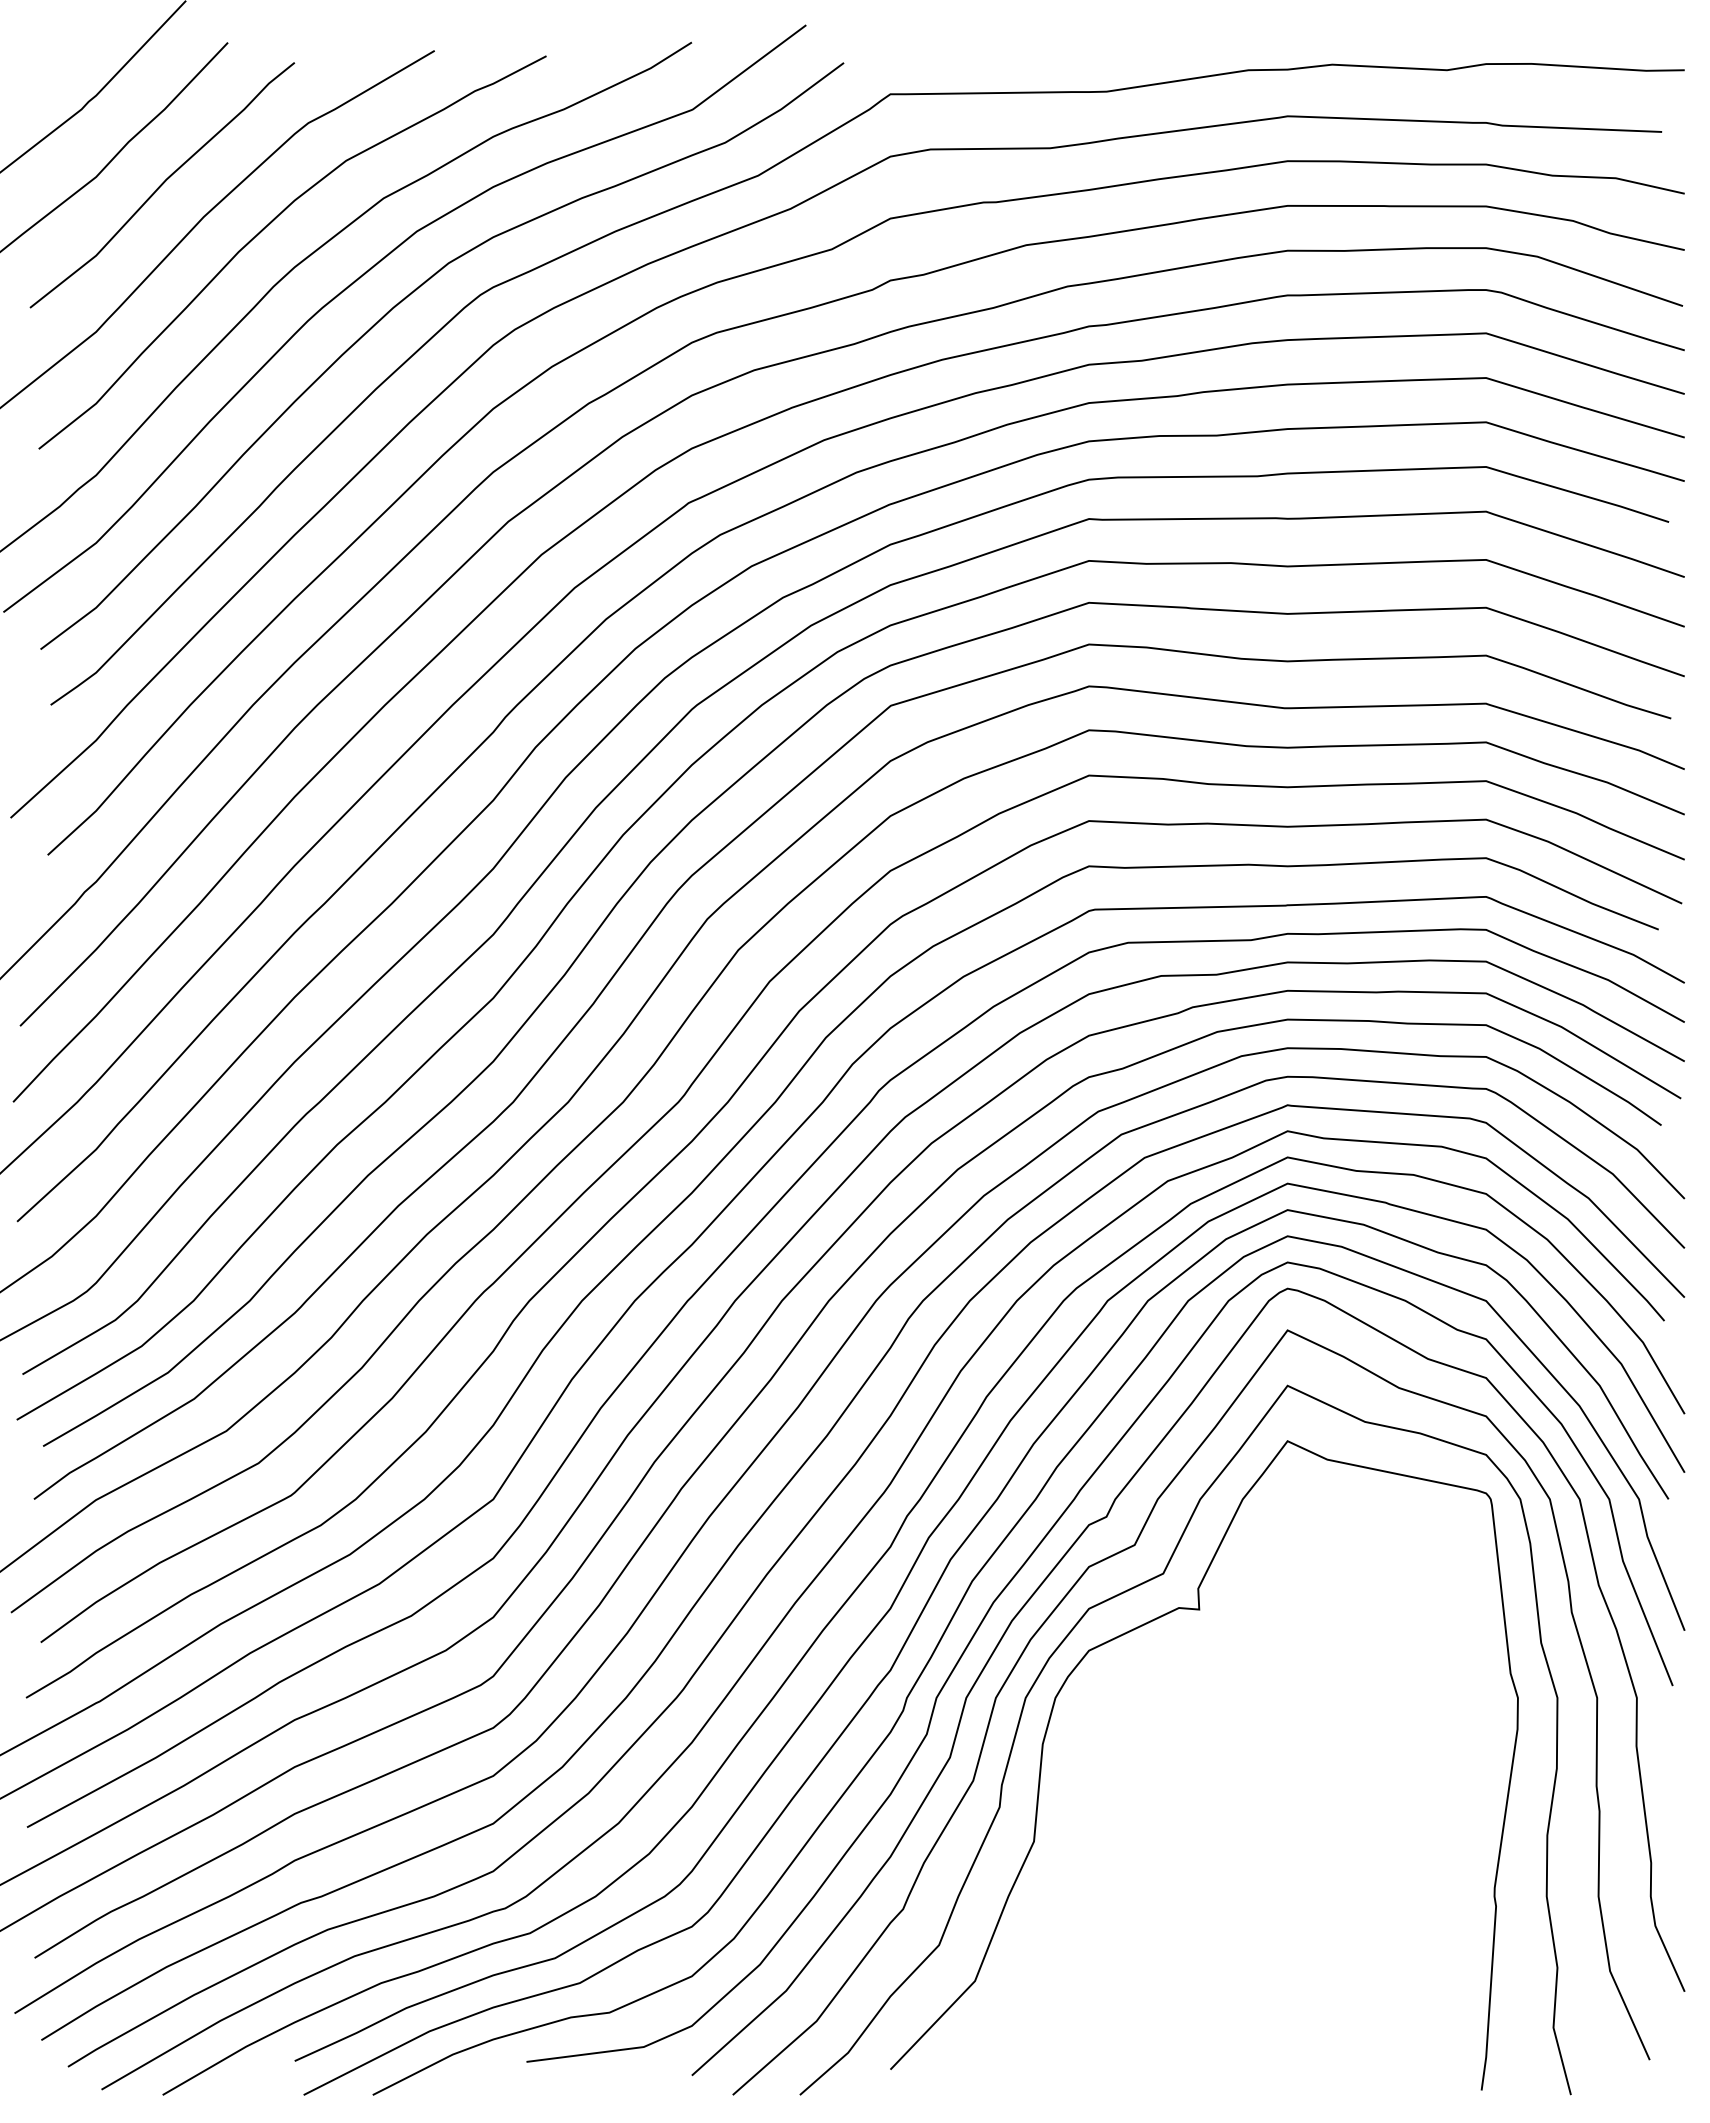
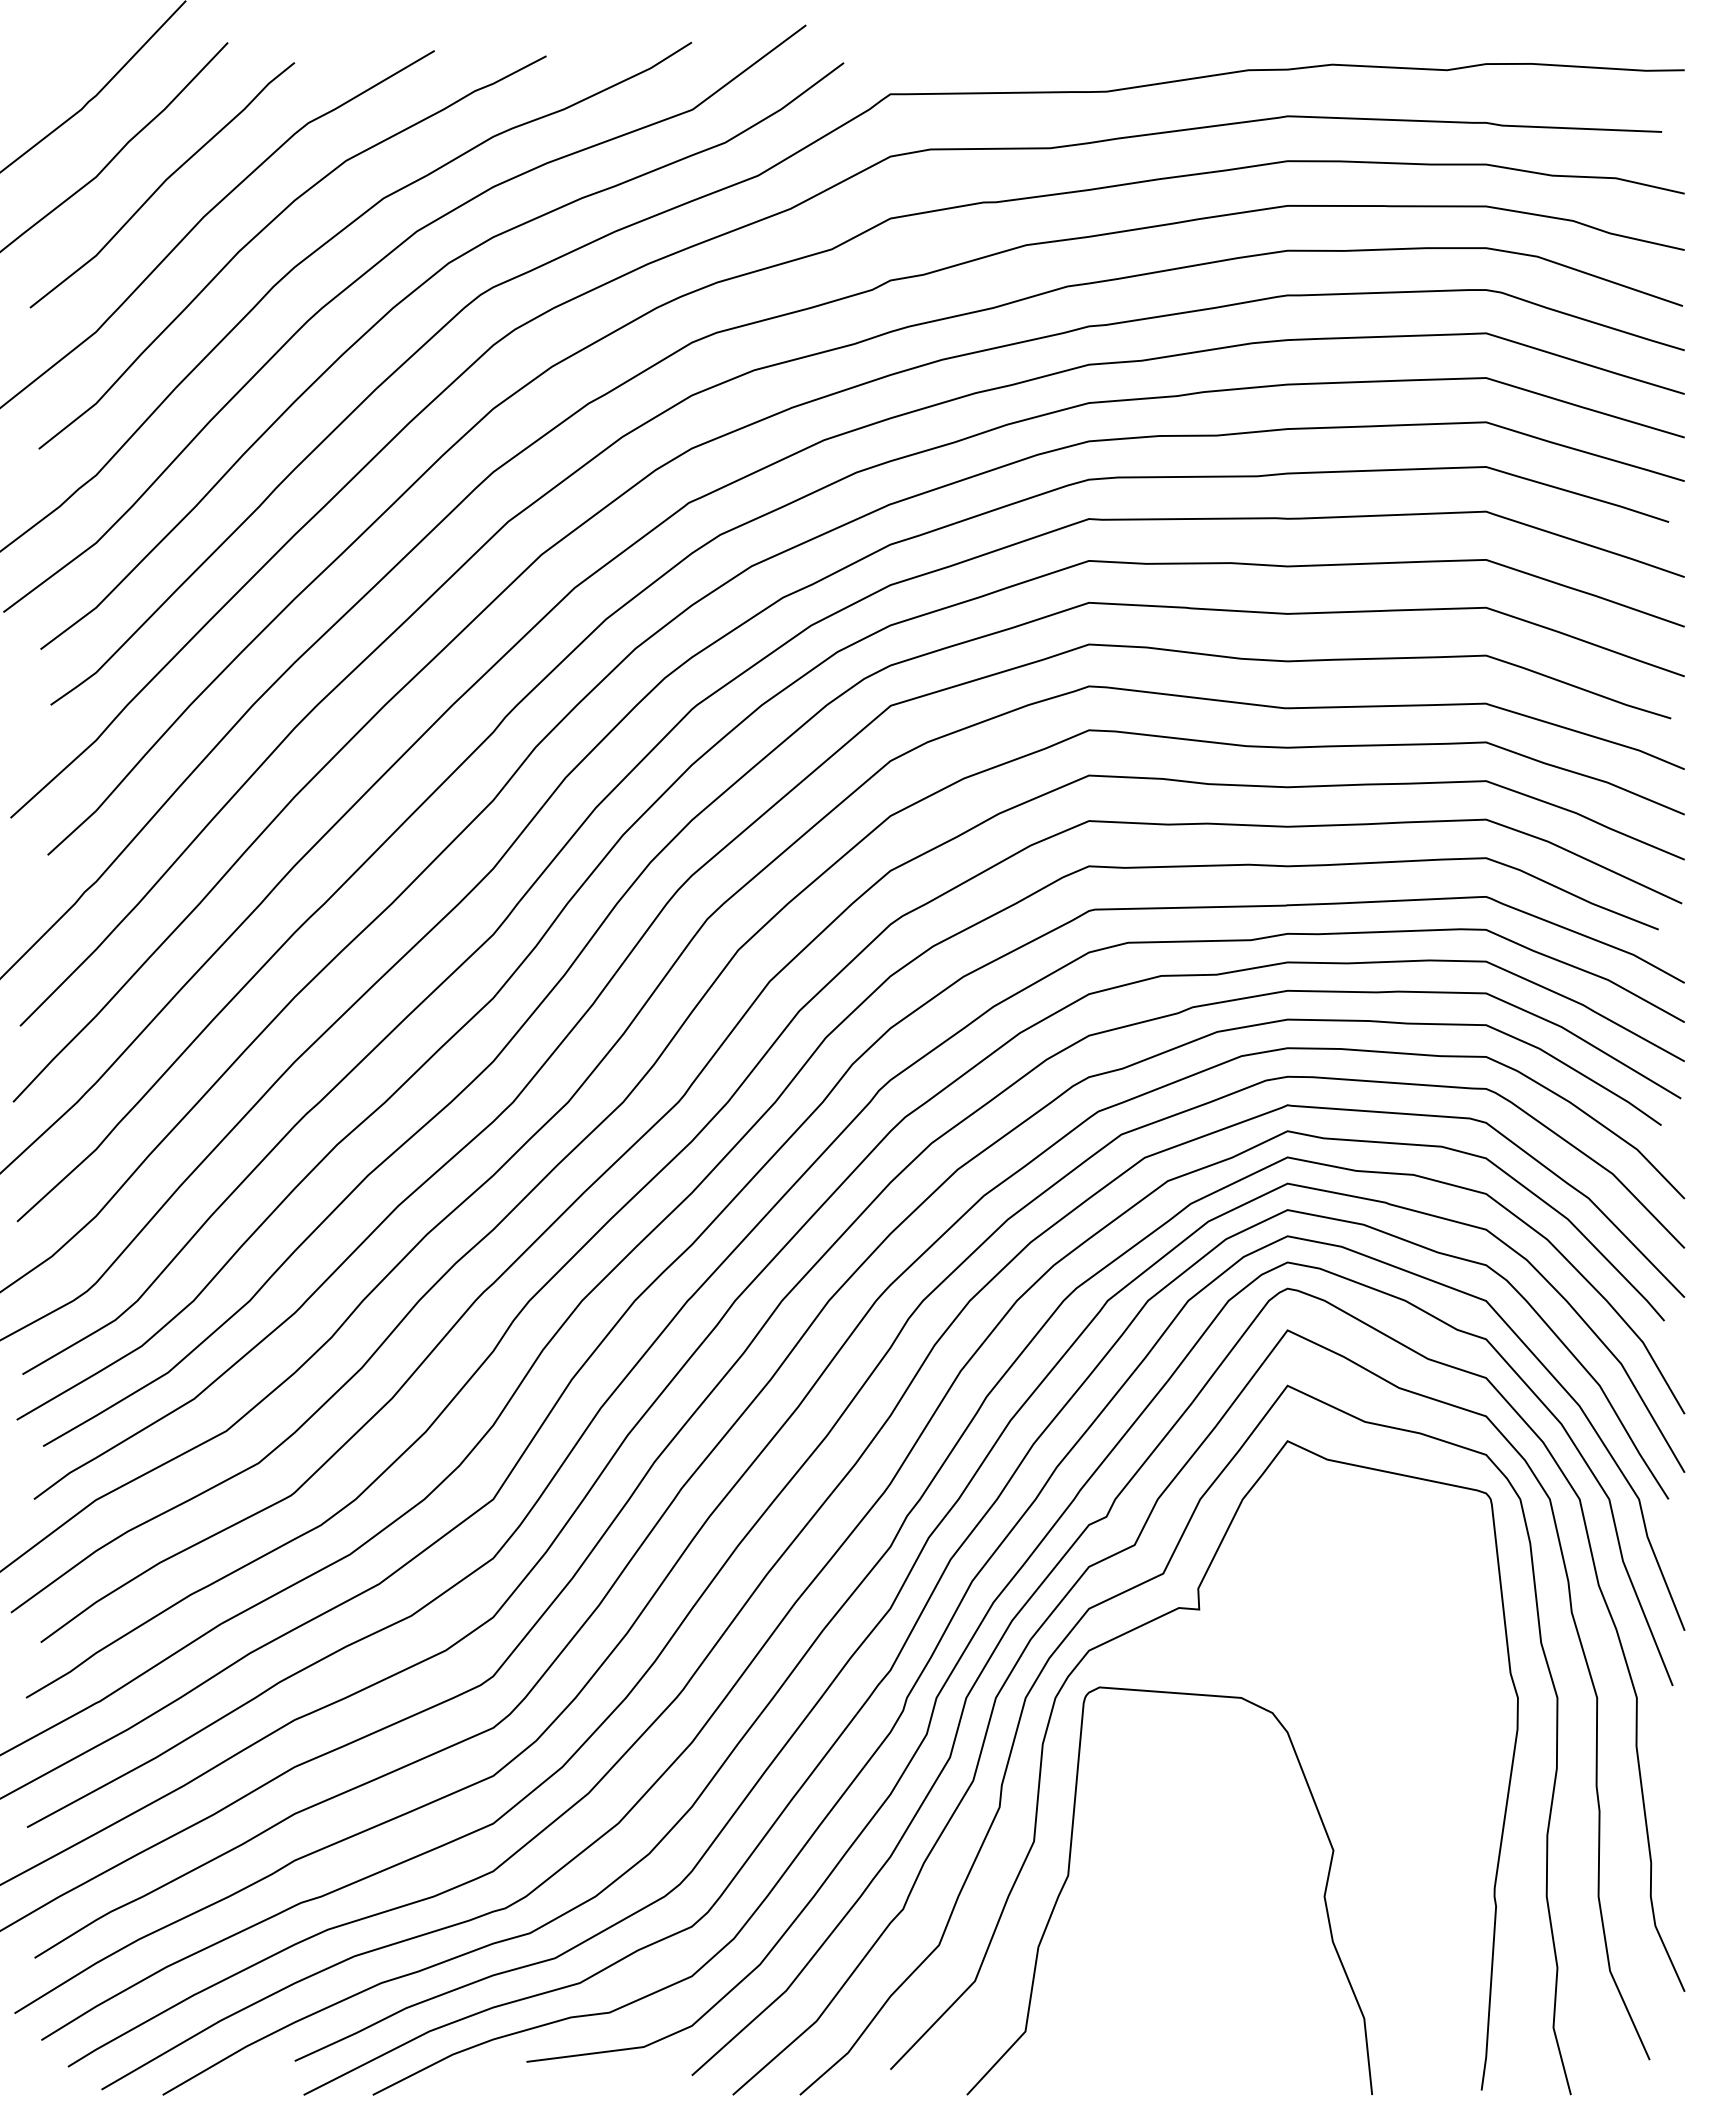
curve at (1069, 1875): none -> present
